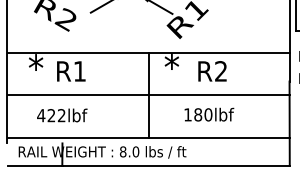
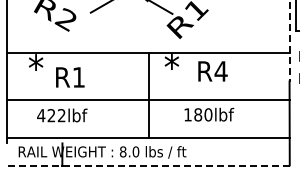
line at (289, 41): solid -> dashed
text at (71, 71) position: (71, 71) -> (70, 77)
text at (220, 71): R2 -> R4
line at (148, 95) position: (148, 95) -> (148, 100)
line at (148, 165): solid -> dashed
